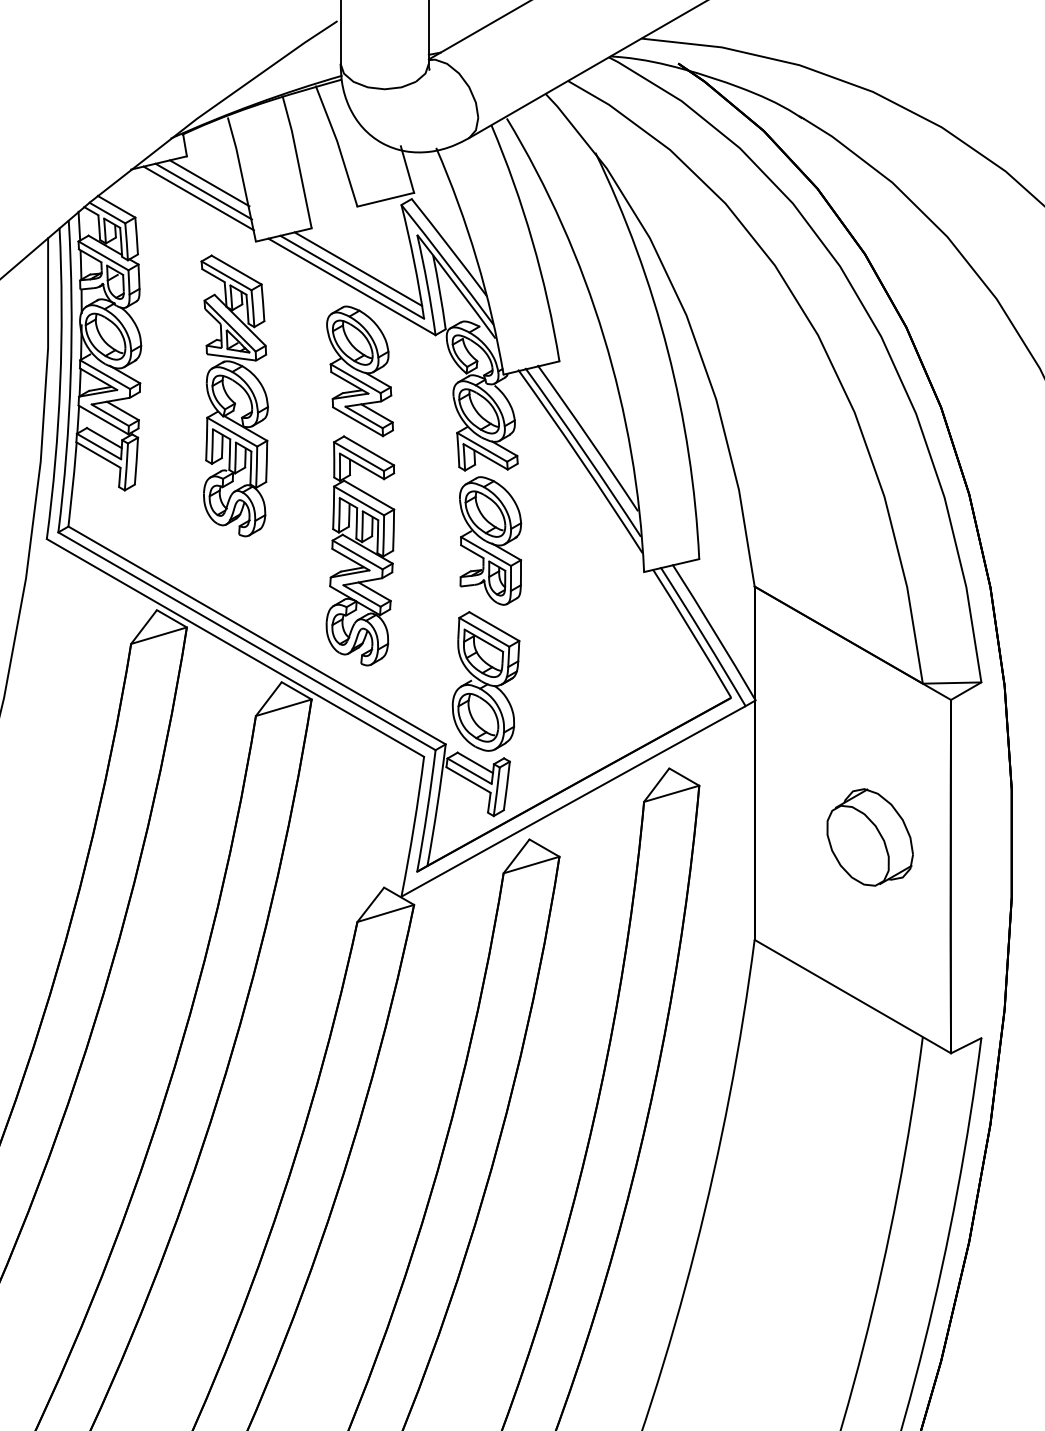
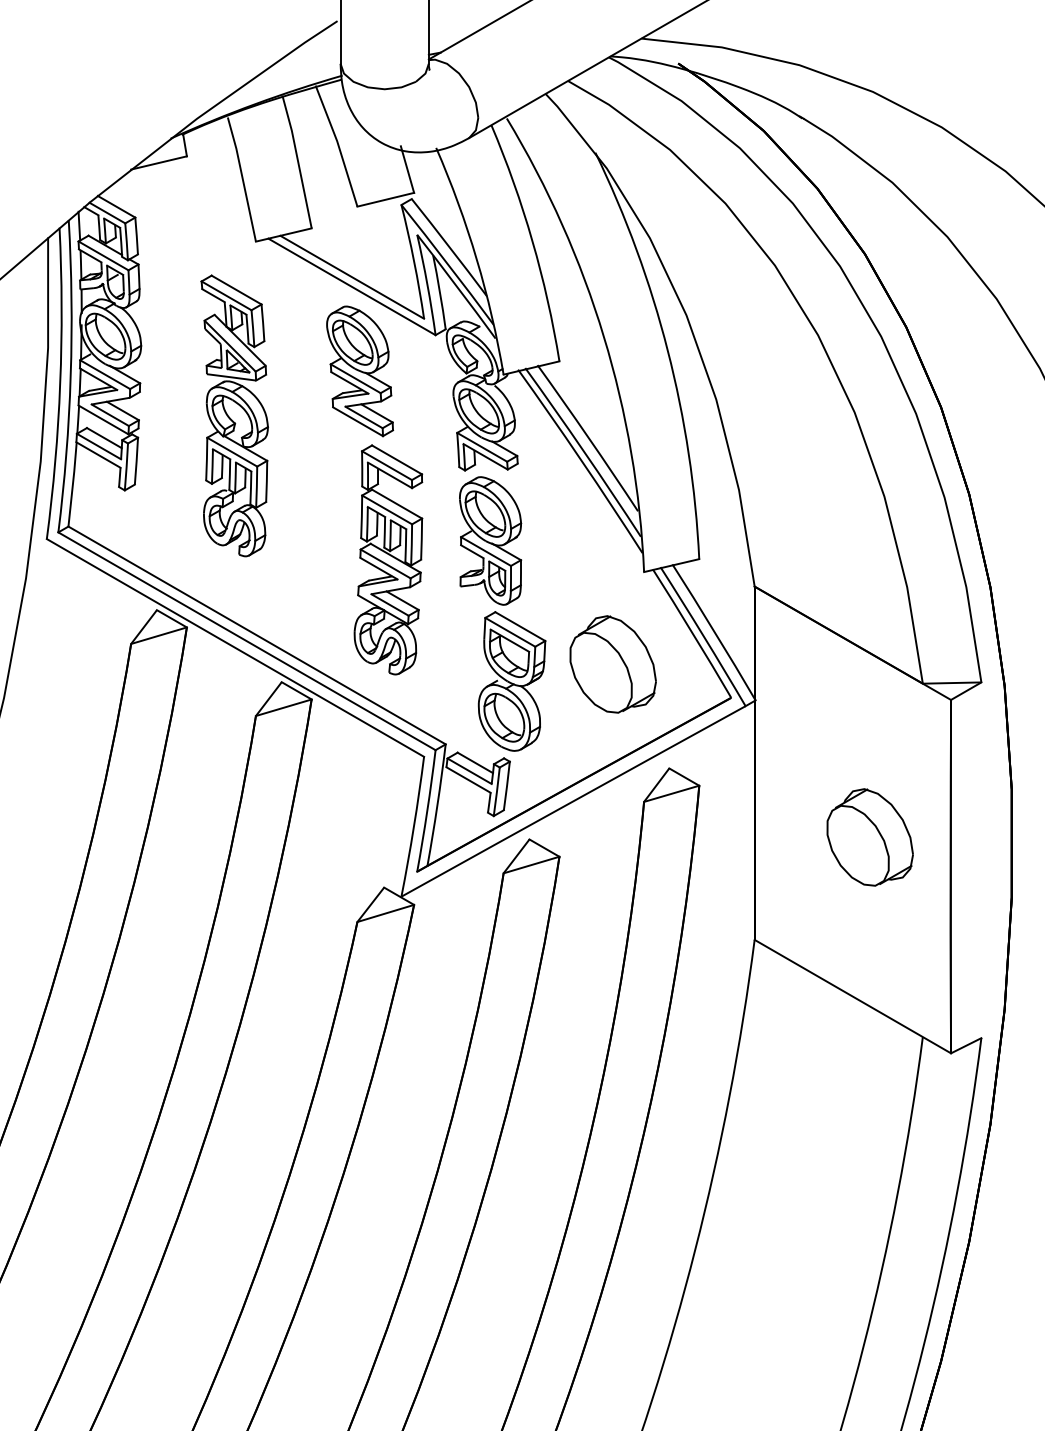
line at (209, 183): present -> none
line at (203, 191): present -> none
line at (198, 198): present -> none
line at (358, 268): present -> none
part at (234, 395) position: (234, 395) -> (234, 415)
part at (360, 550) position: (360, 550) -> (388, 559)
part at (612, 664): none -> present
part at (485, 681) position: (485, 681) -> (511, 681)
